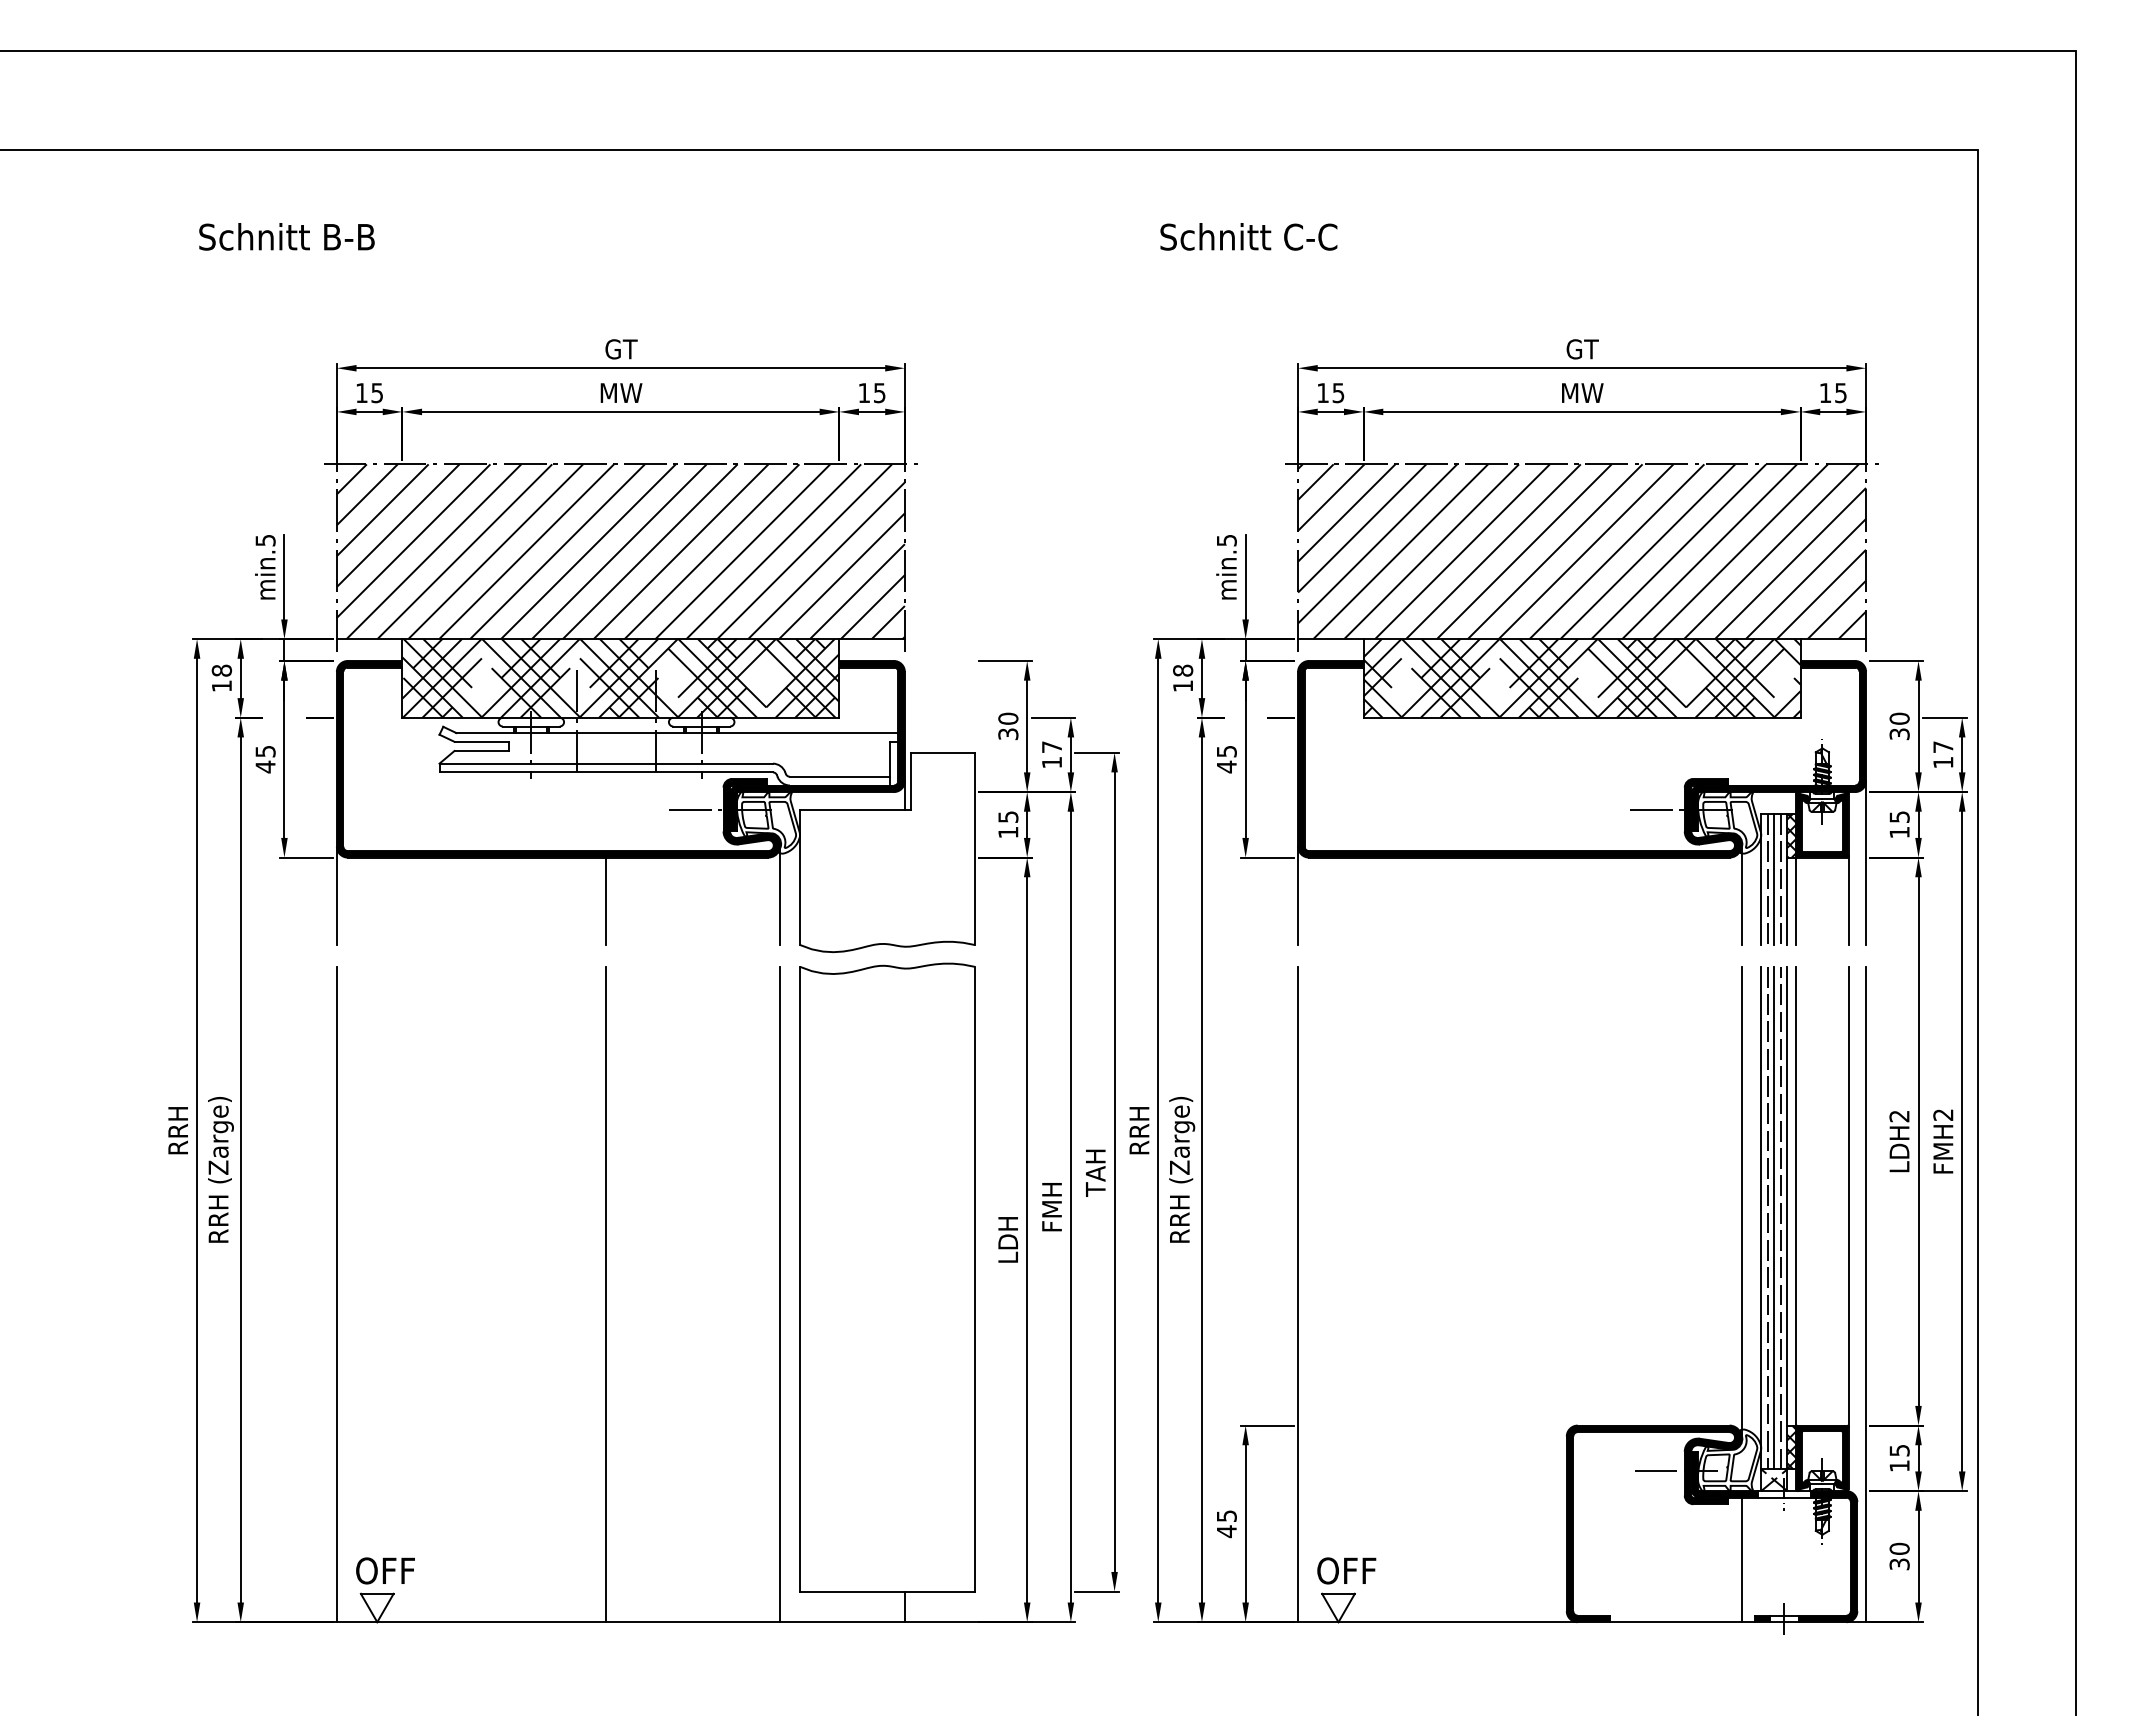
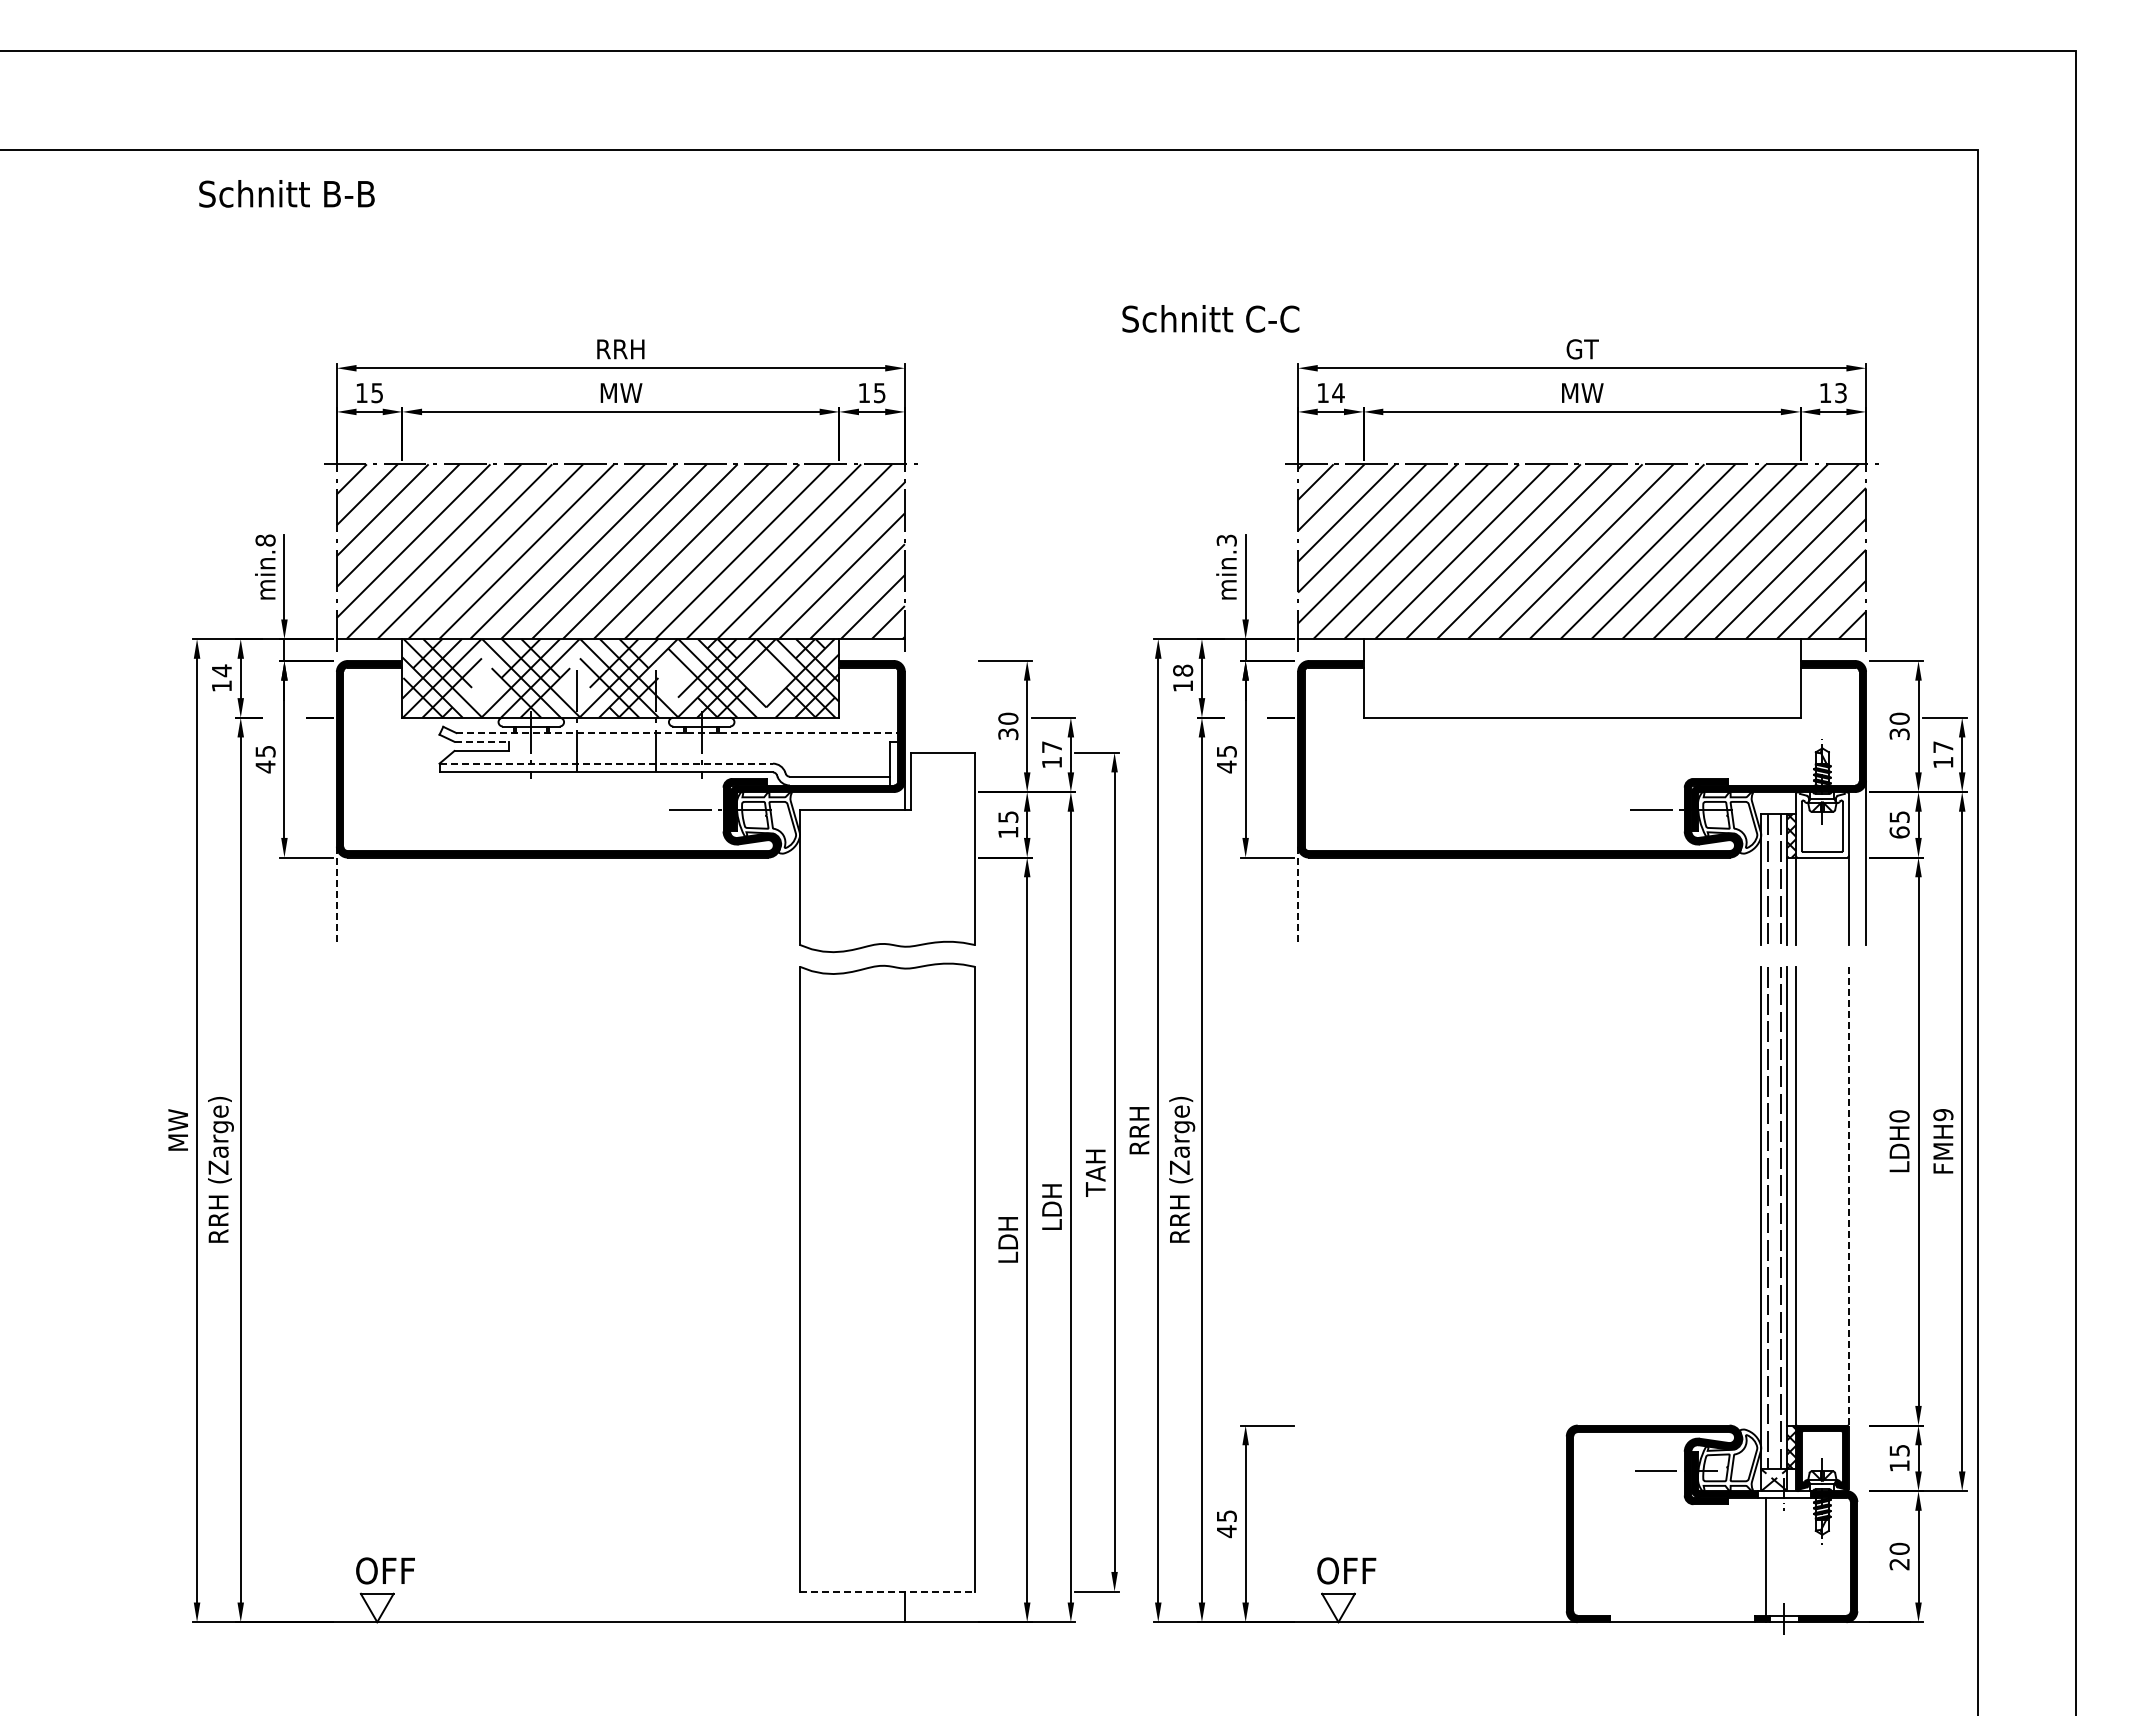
text at (286, 236) position: (286, 236) -> (286, 193)
text at (1248, 236) position: (1248, 236) -> (1210, 318)
text at (620, 349): GT -> RRH
text at (1840, 392): 15 -> 13
text at (1338, 393): 15 -> 14
text at (1226, 539): min.5 -> min.3
text at (265, 540): min.5 -> min.8
text at (221, 670): 18 -> 14
hatch at (1581, 678): present -> none
line at (677, 733): solid -> dashed
line at (482, 741): solid -> dashed
line at (606, 763): solid -> dashed
fill at (1822, 824): present -> none
text at (1899, 832): 15 -> 65
line at (1774, 878): present -> none
line at (1741, 894): present -> none
line at (780, 895): present -> none
line at (336, 896): solid -> dashed
line at (1298, 896): solid -> dashed
line at (605, 900): present -> none
text at (1943, 1115): FMH2 -> FMH9
text at (1899, 1116): LDH2 -> LDH0
text at (177, 1130): RRH -> MW
line at (1848, 1197): solid -> dashed
line at (1741, 1201): present -> none
text at (1051, 1207): FMH -> LDH
line at (1774, 1217): present -> none
line at (336, 1294): present -> none
line at (605, 1294): present -> none
line at (780, 1294): present -> none
line at (1298, 1294): present -> none
line at (1866, 1294): present -> none
line at (1741, 1559) position: (1741, 1559) -> (1765, 1559)
text at (1899, 1564): 30 -> 20
line at (887, 1591): solid -> dashed
